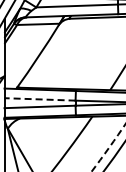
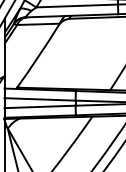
line at (40, 99): dashed -> solid
arc at (109, 147): dashed -> solid
